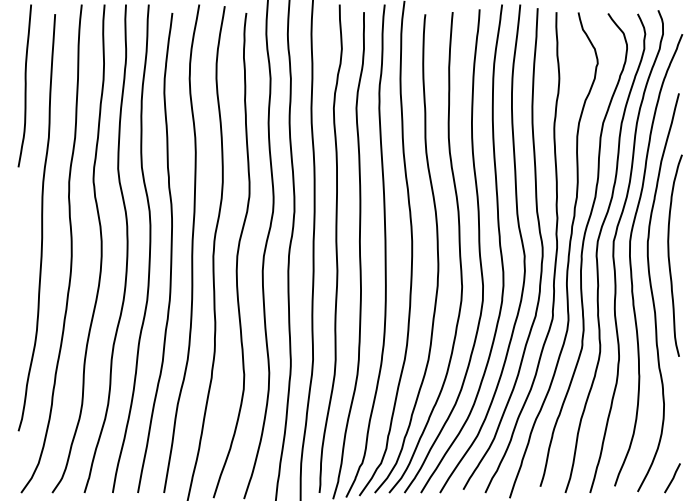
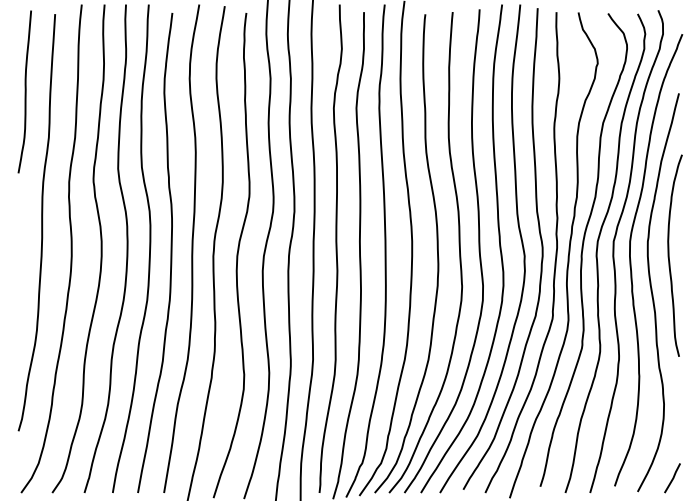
curve at (24, 85) position: (24, 85) -> (24, 91)
